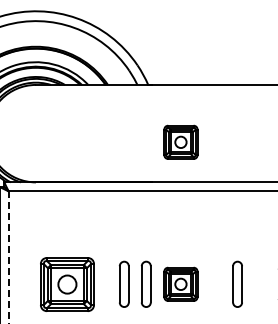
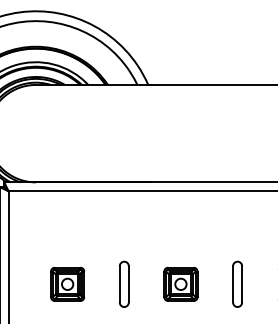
part at (180, 141): present -> none
line at (8, 257): dashed -> solid
part at (145, 283): present -> none
part at (67, 284) size: 55x55 px -> 36x36 px
